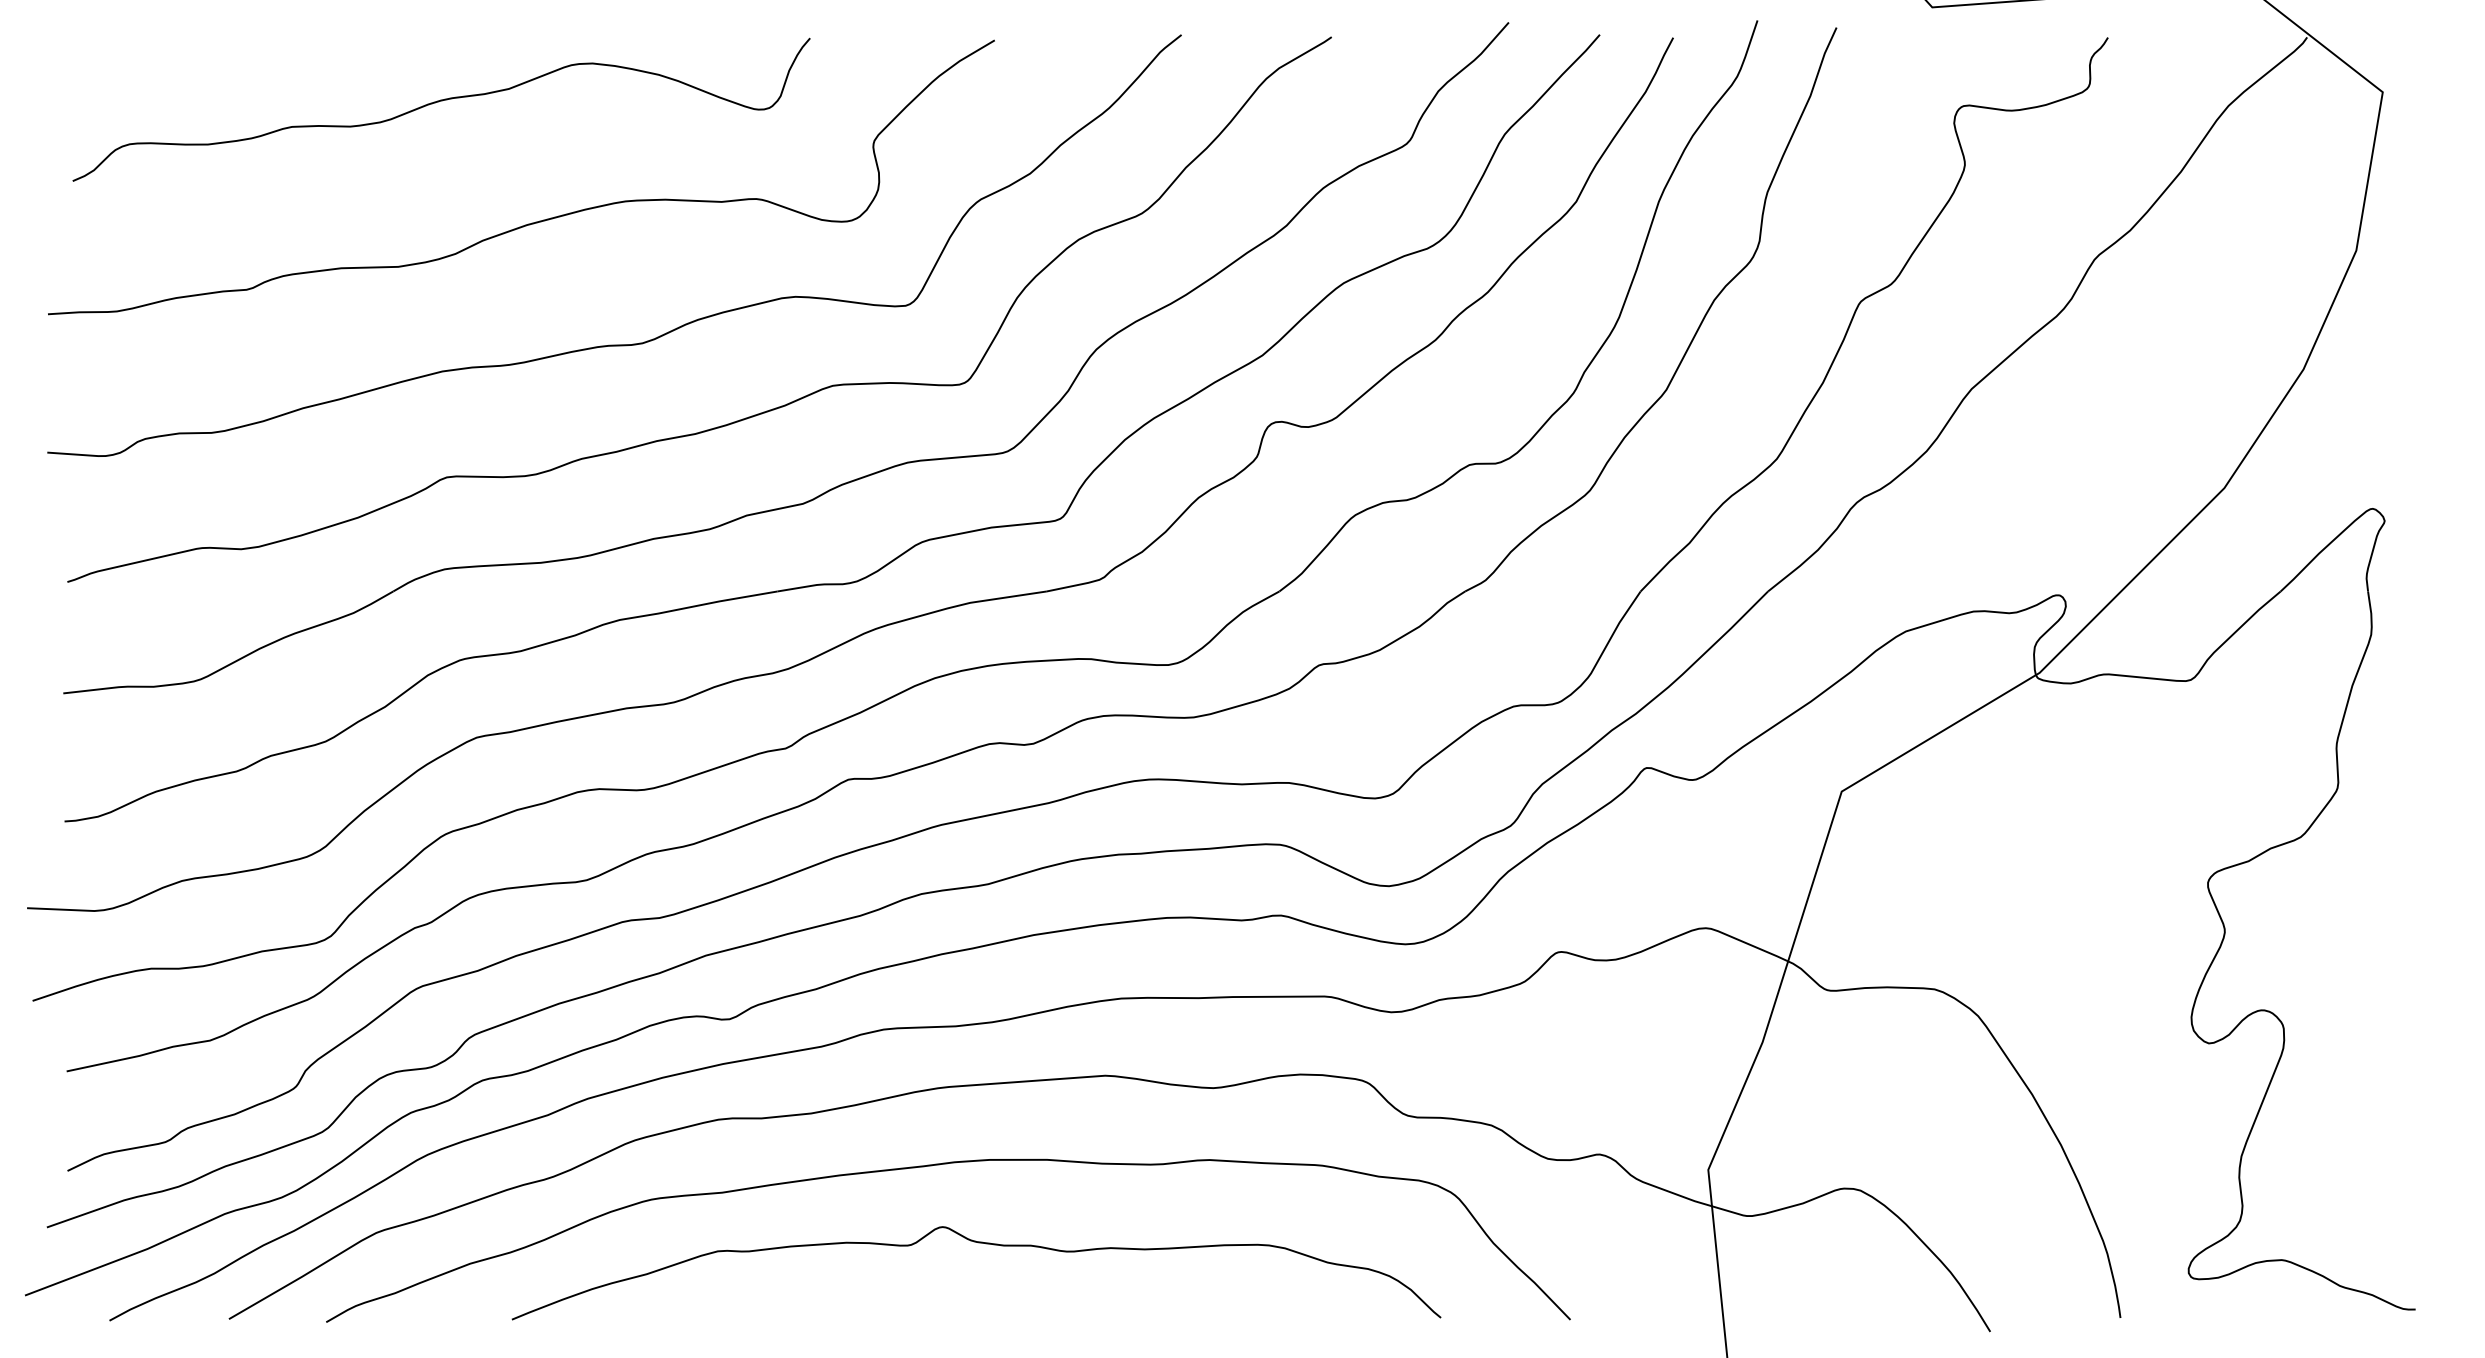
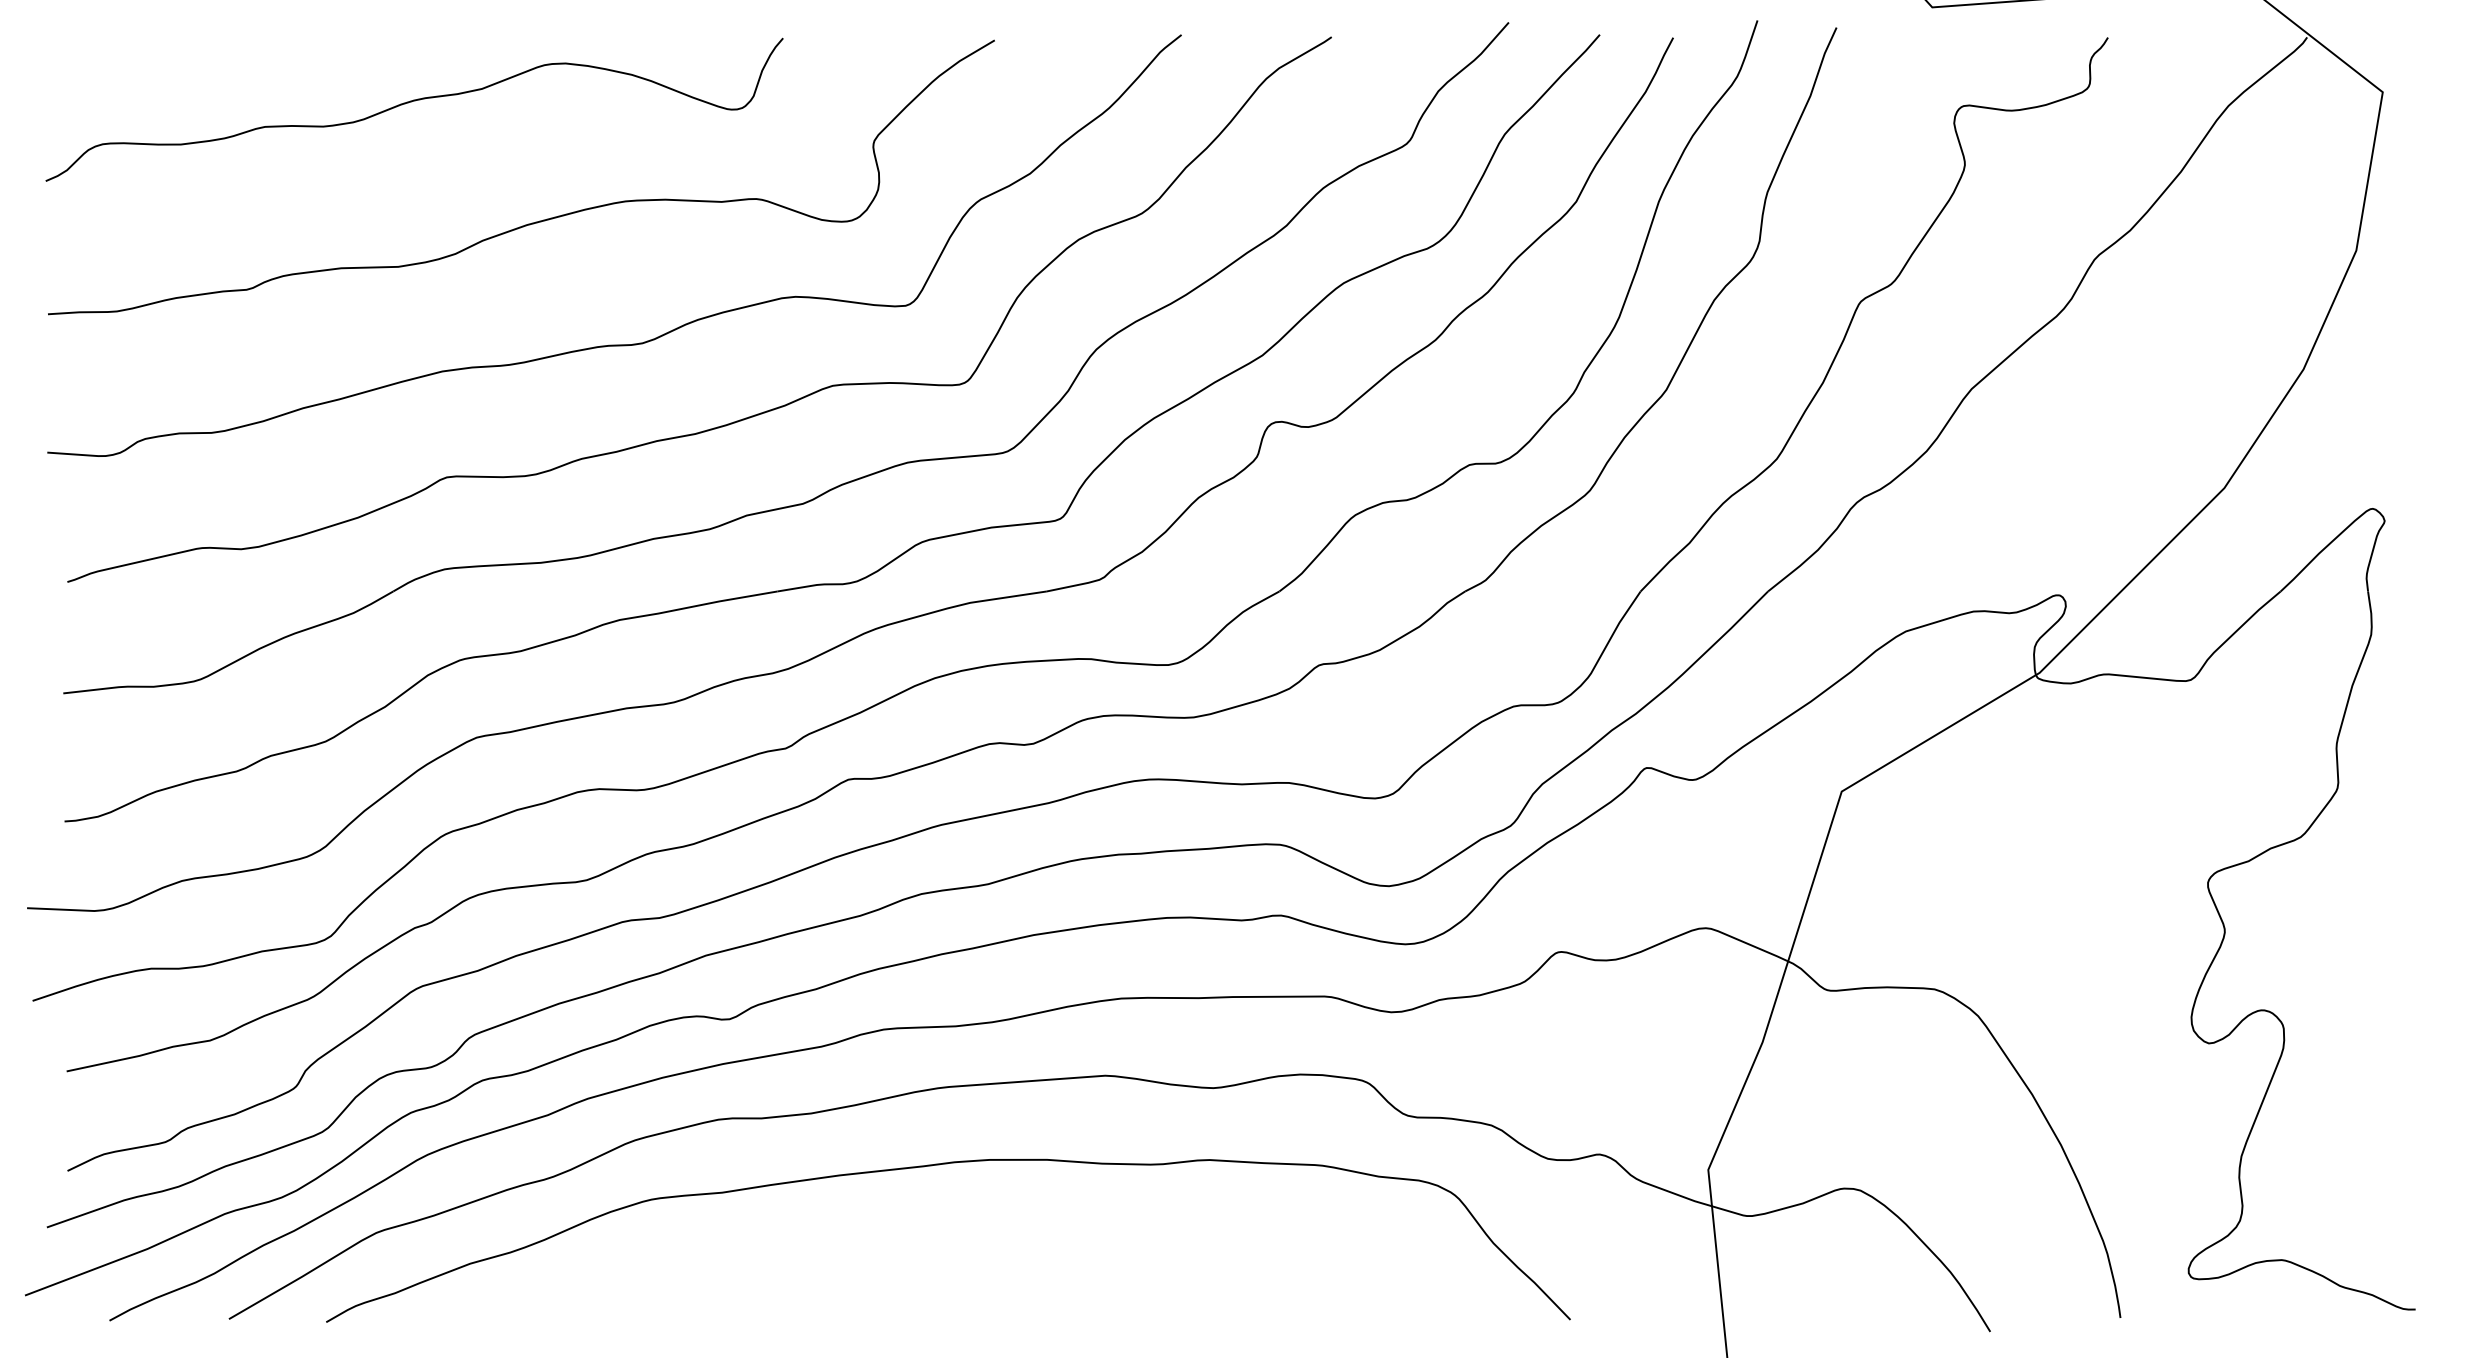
curve at (438, 102) position: (438, 102) -> (411, 102)
curve at (978, 1243): present -> none
